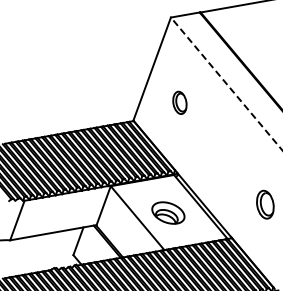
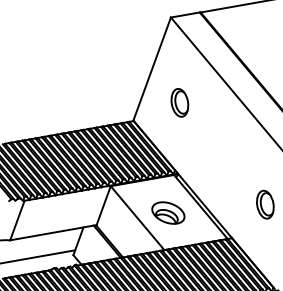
line at (226, 84): dashed -> solid
part at (179, 102) size: 16x25 px -> 20x30 px
line at (38, 256): none -> present
